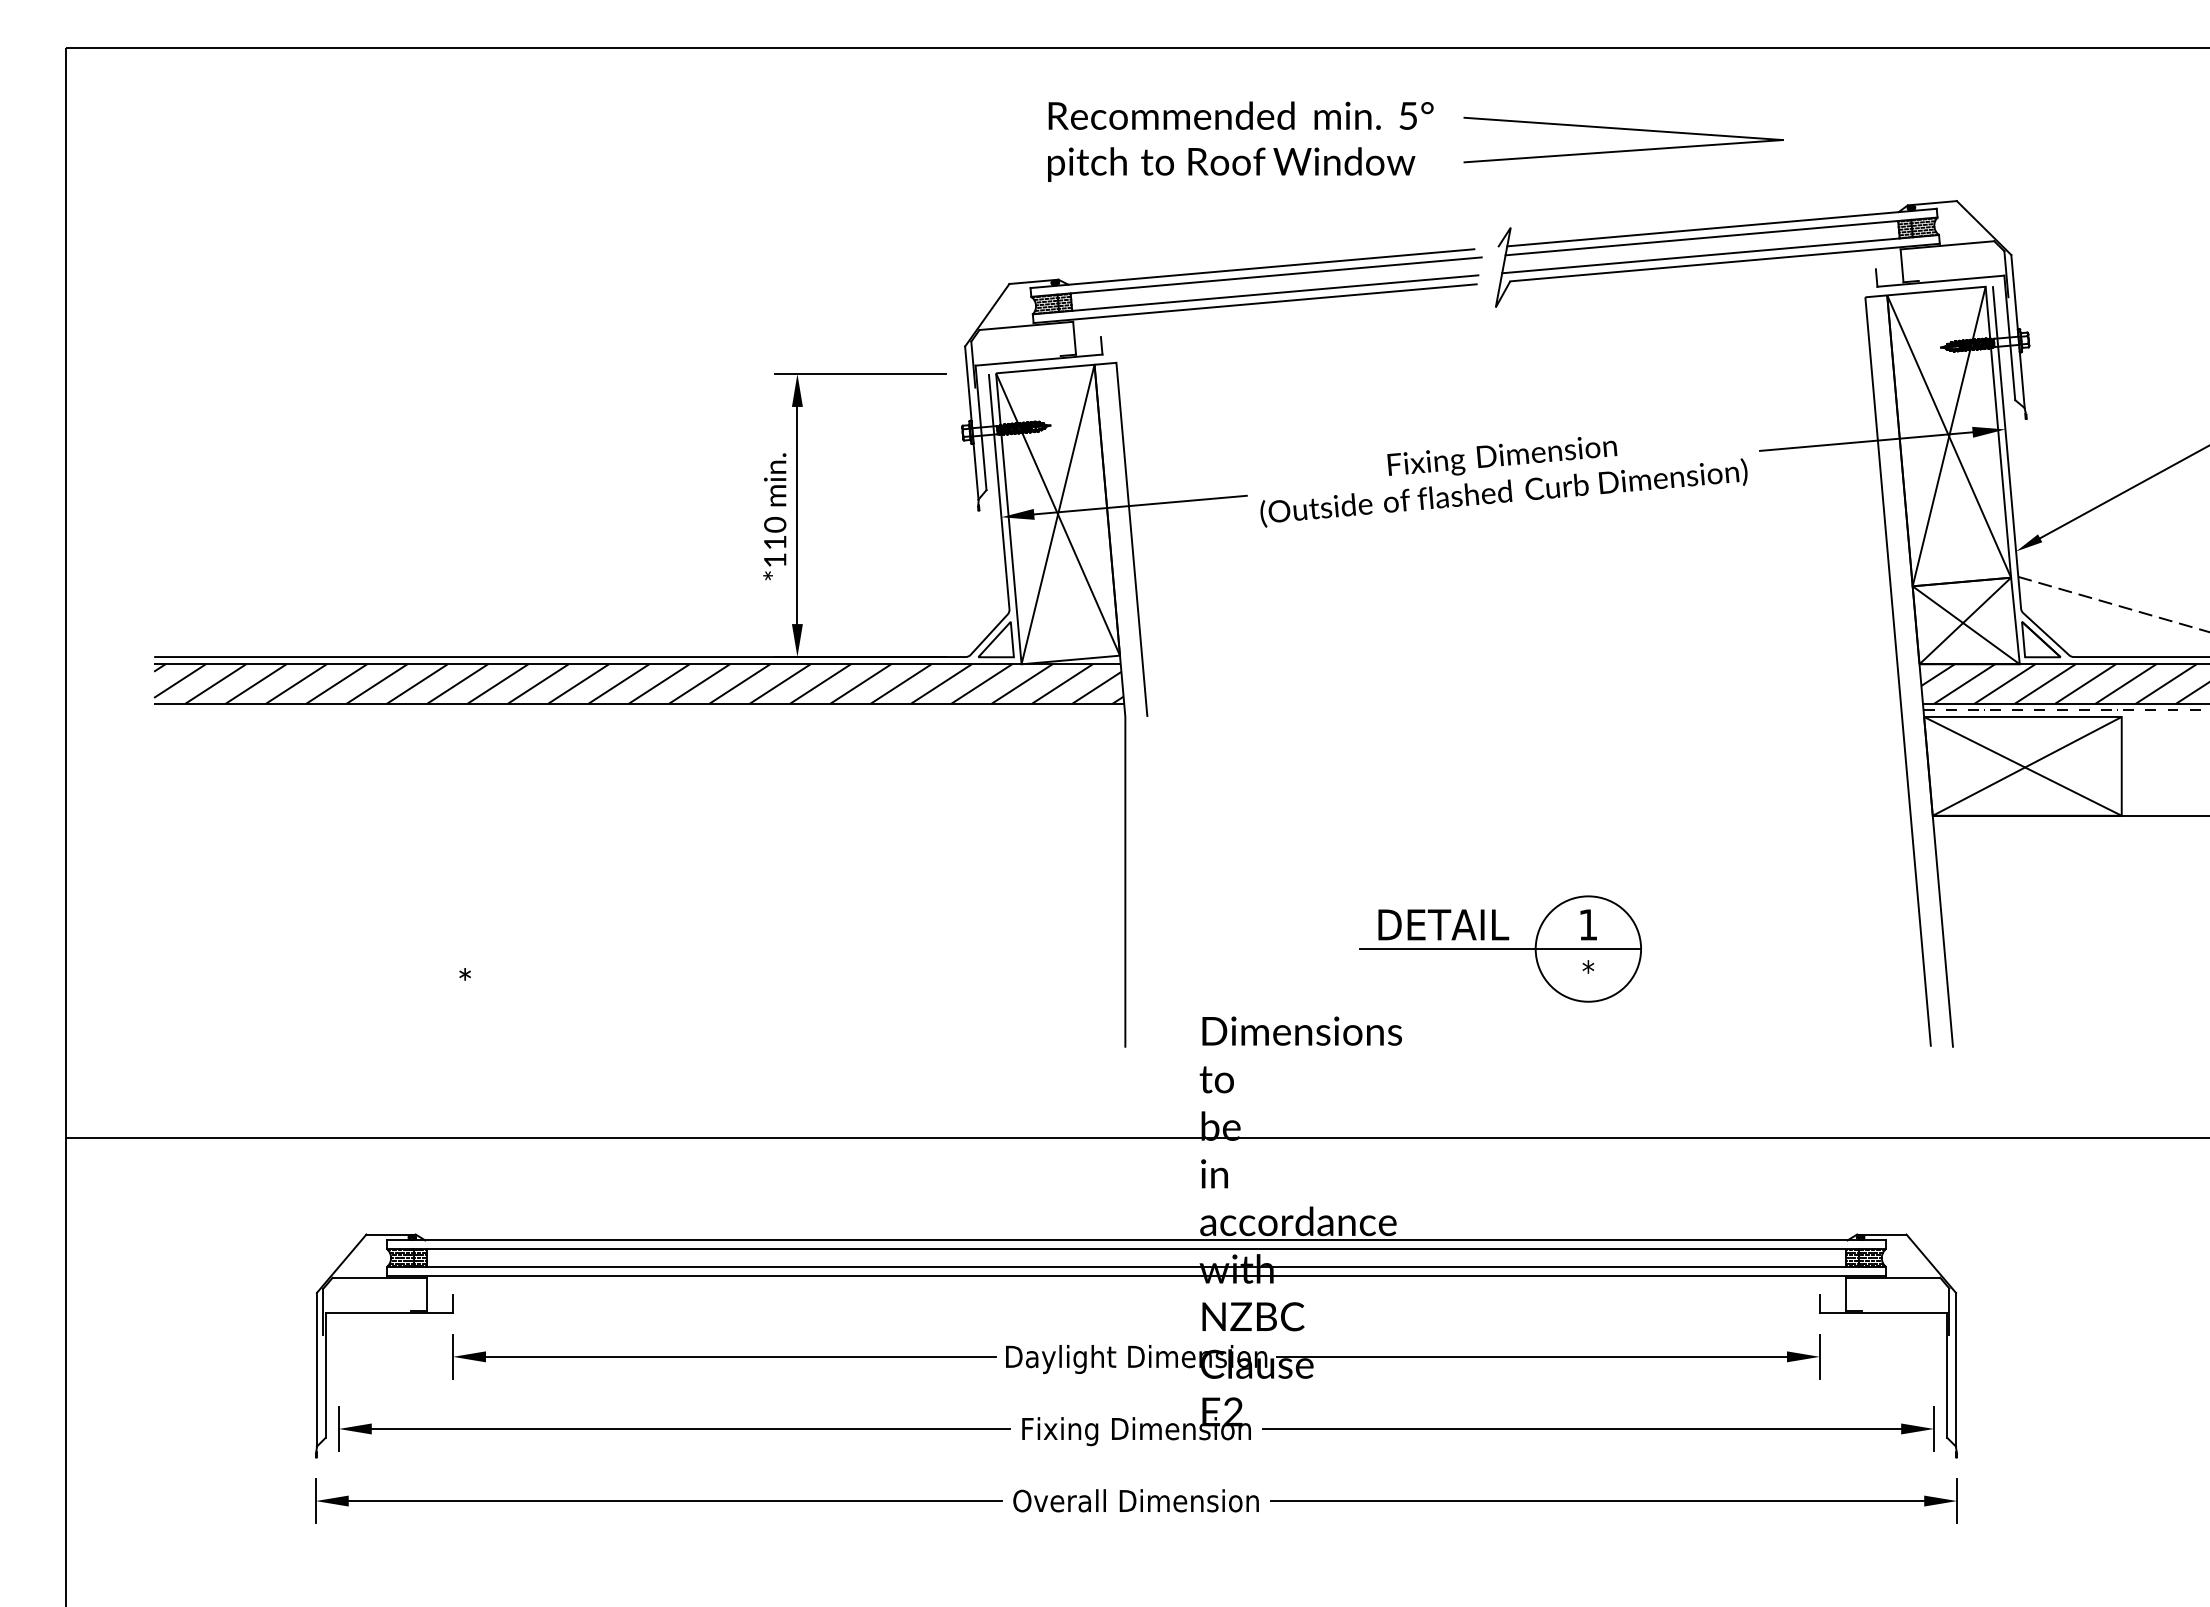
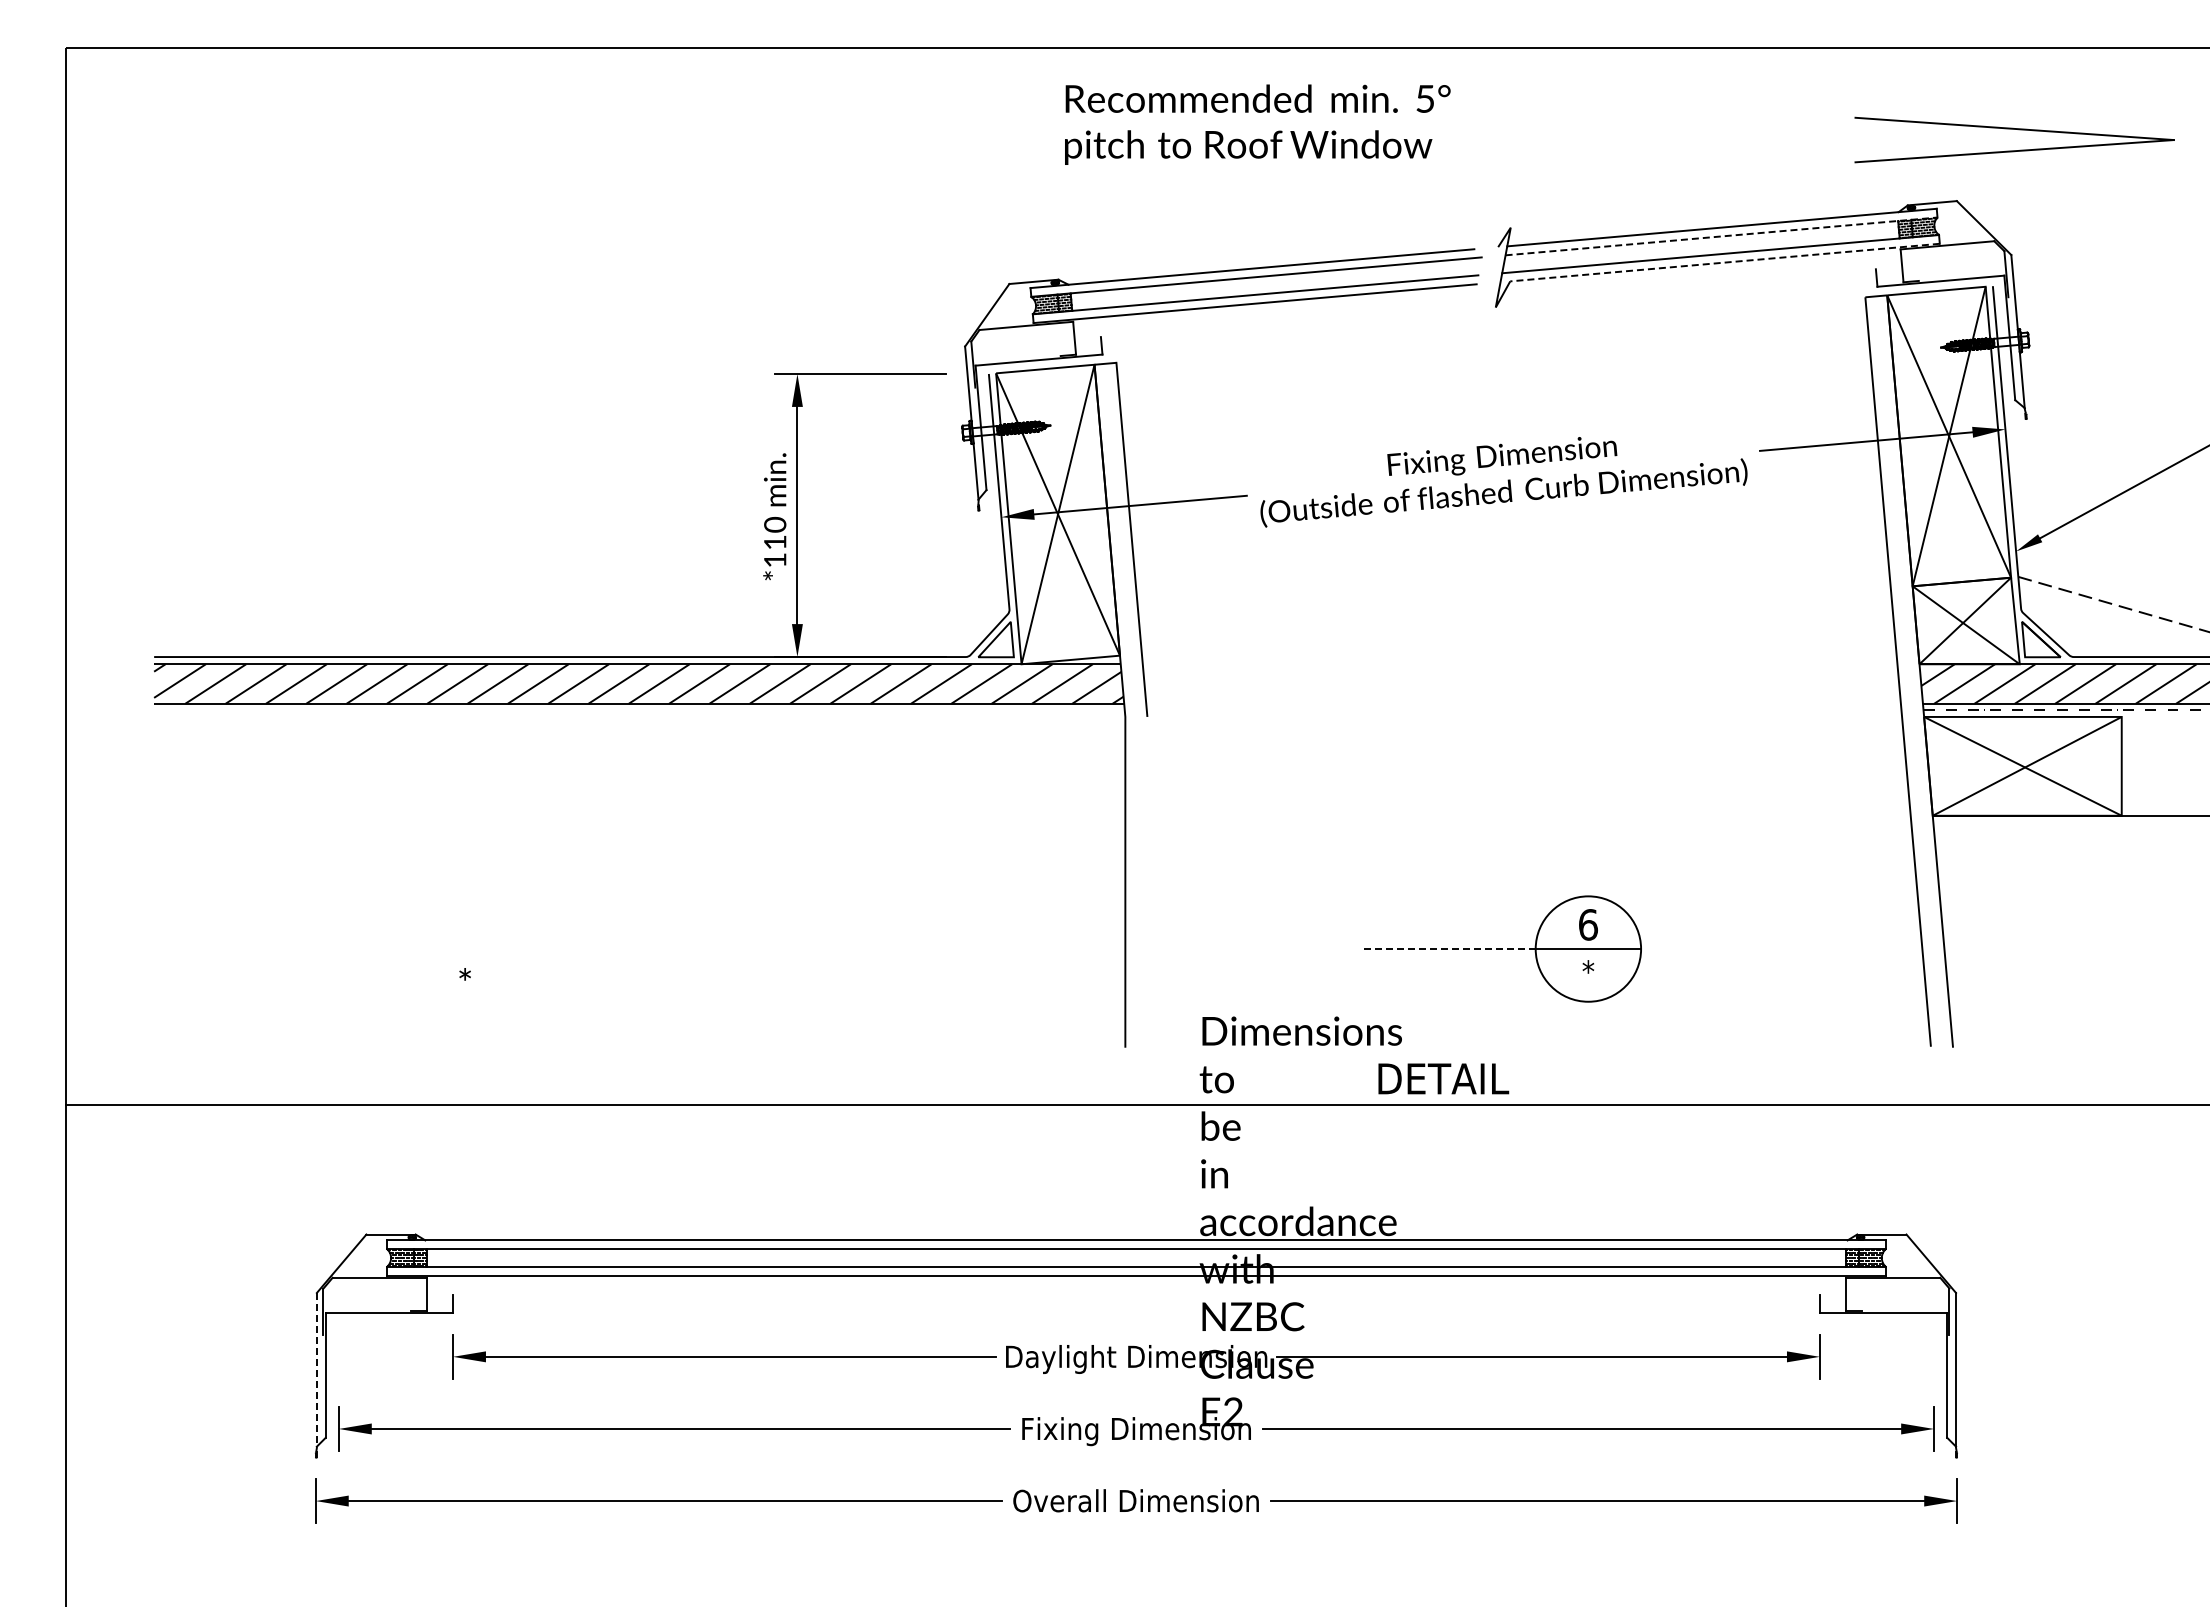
part at (1627, 130) position: (1627, 130) -> (2018, 130)
text at (1240, 141) position: (1240, 141) -> (1257, 124)
line at (1721, 236): solid -> dashed
line at (1725, 262): solid -> dashed
text at (1443, 924) position: (1443, 924) -> (1443, 1078)
text at (1588, 924): 1 -> 6
line at (1447, 949): solid -> dashed
line at (1136, 1138) position: (1136, 1138) -> (1136, 1105)
line at (316, 1369): solid -> dashed
